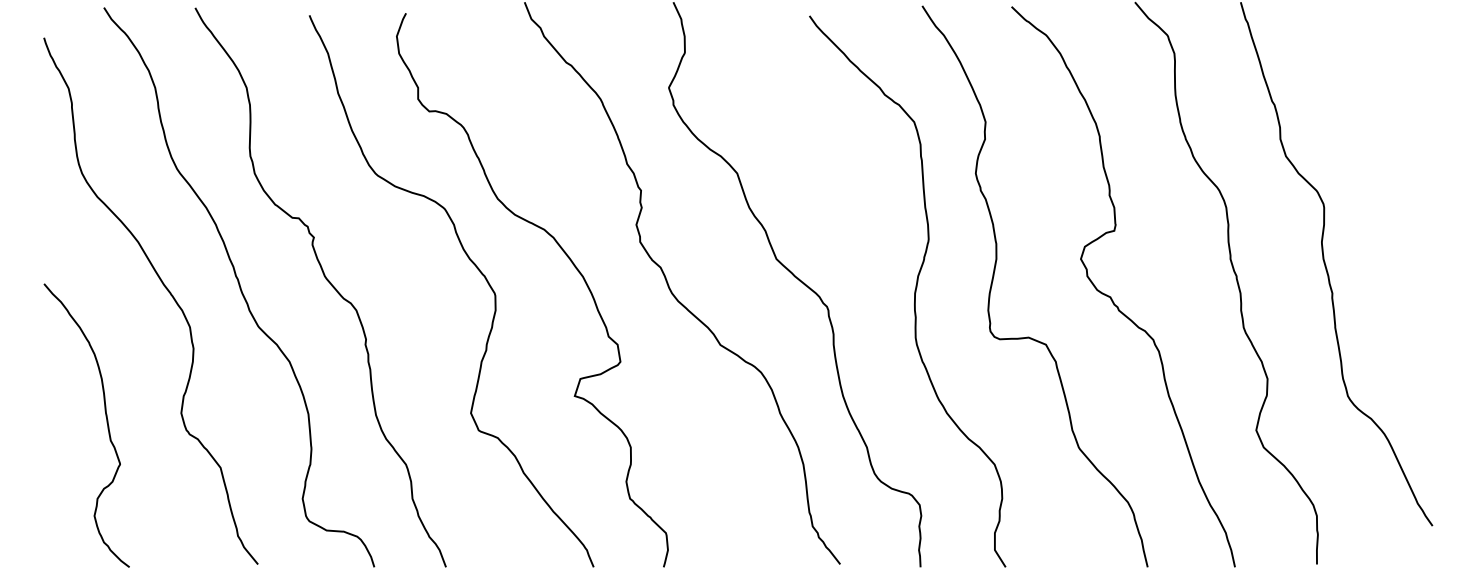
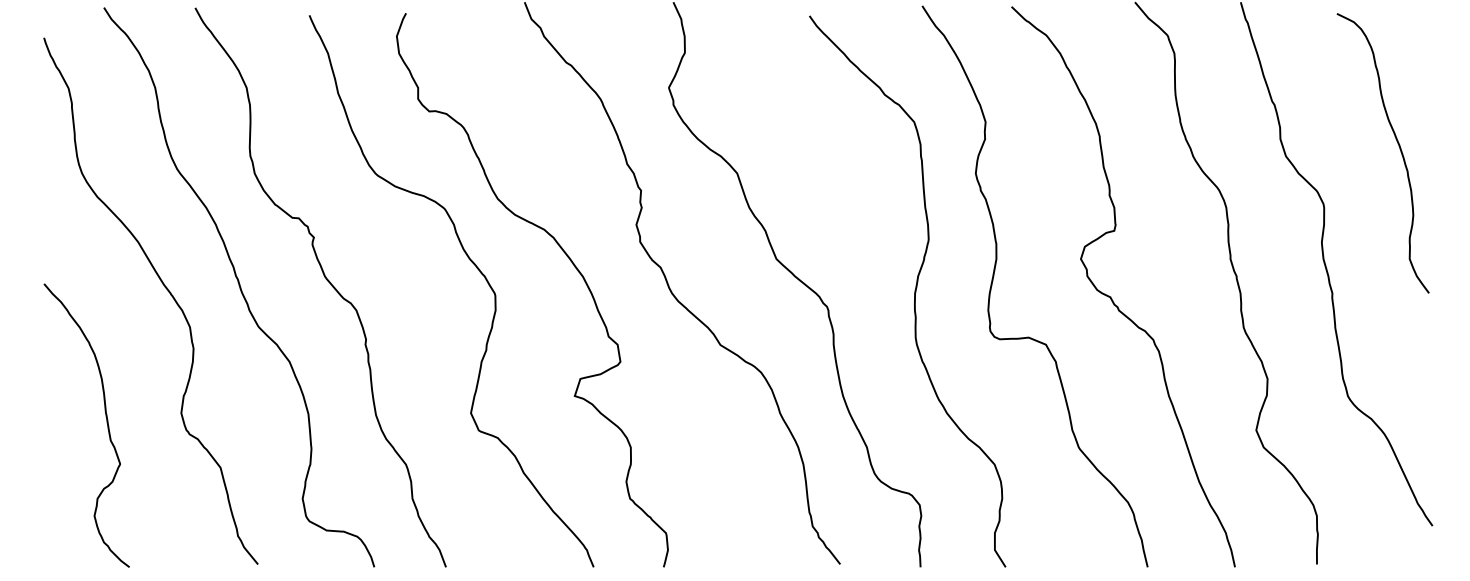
curve at (1398, 146): none -> present
